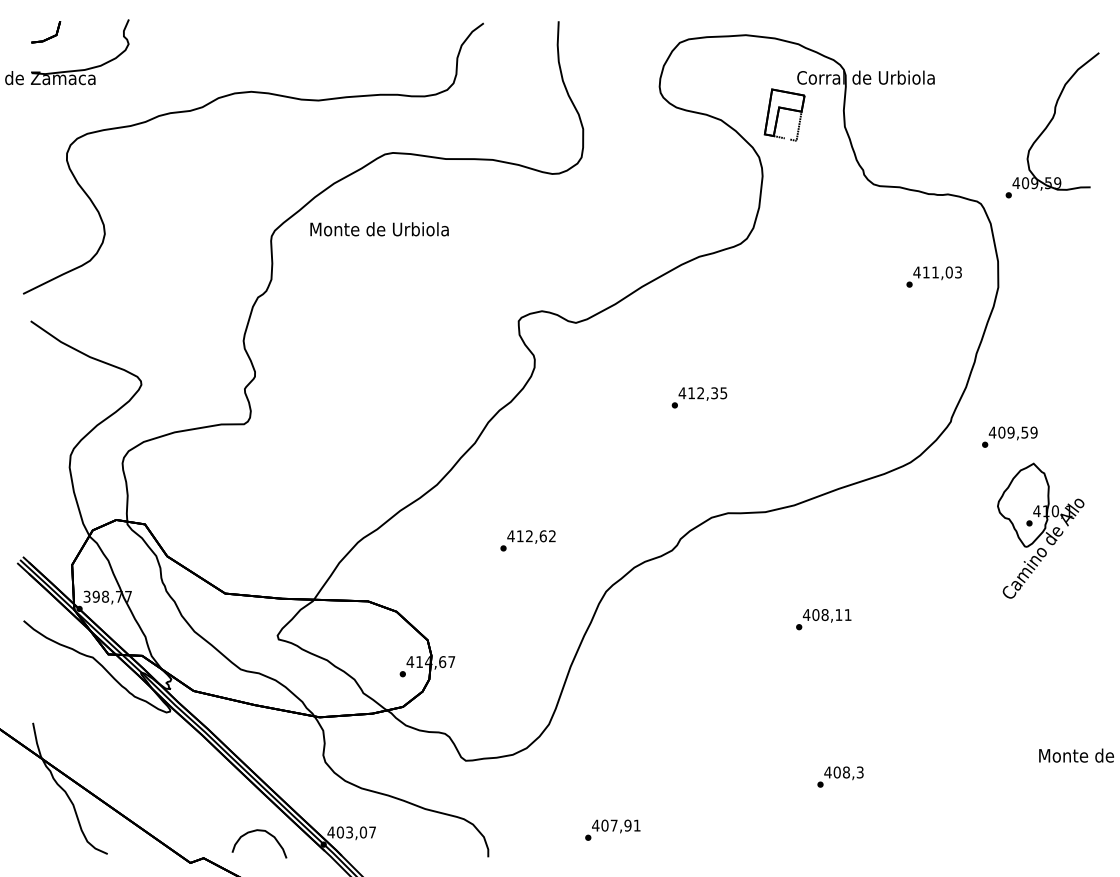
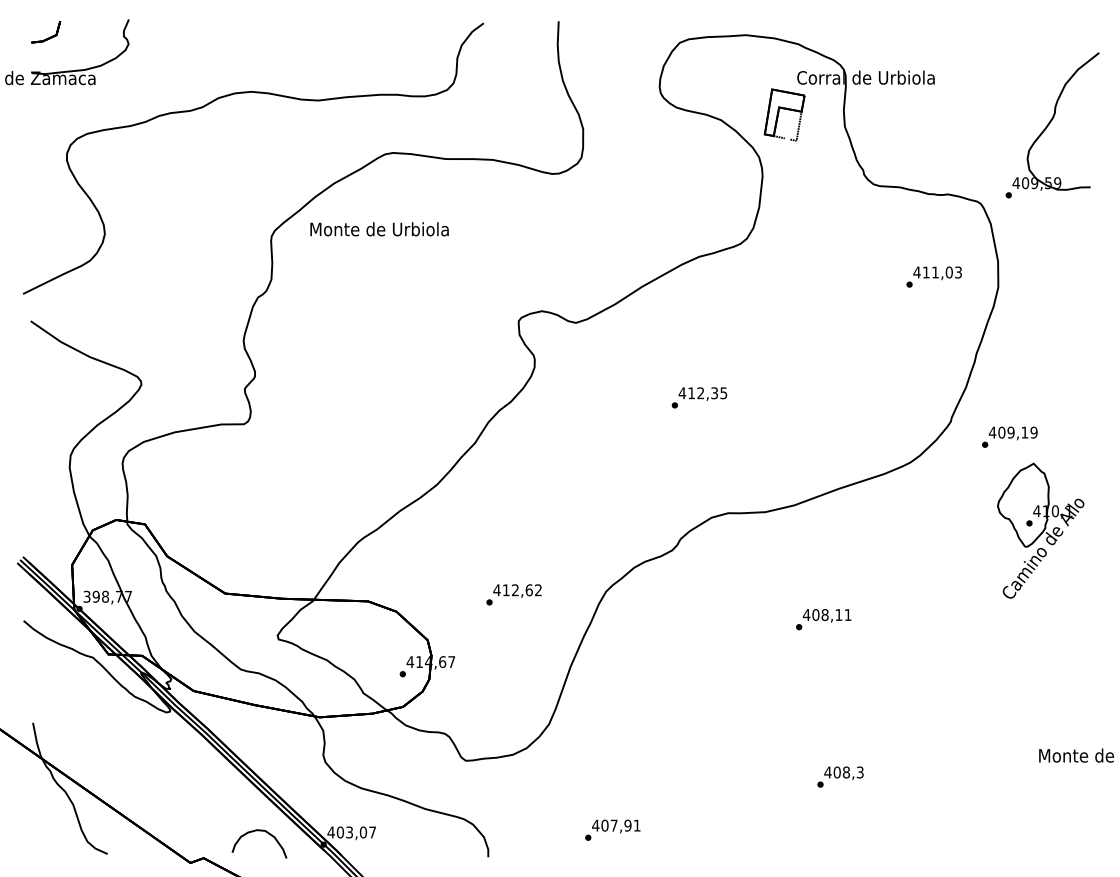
text at (1024, 432): 409,59 -> 409,19
text at (527, 540) position: (527, 540) -> (513, 594)
